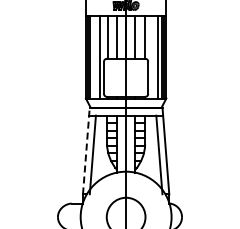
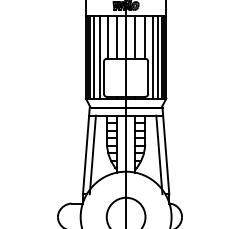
line at (94, 56): none -> present
line at (152, 56): none -> present
line at (86, 150): dashed -> solid
